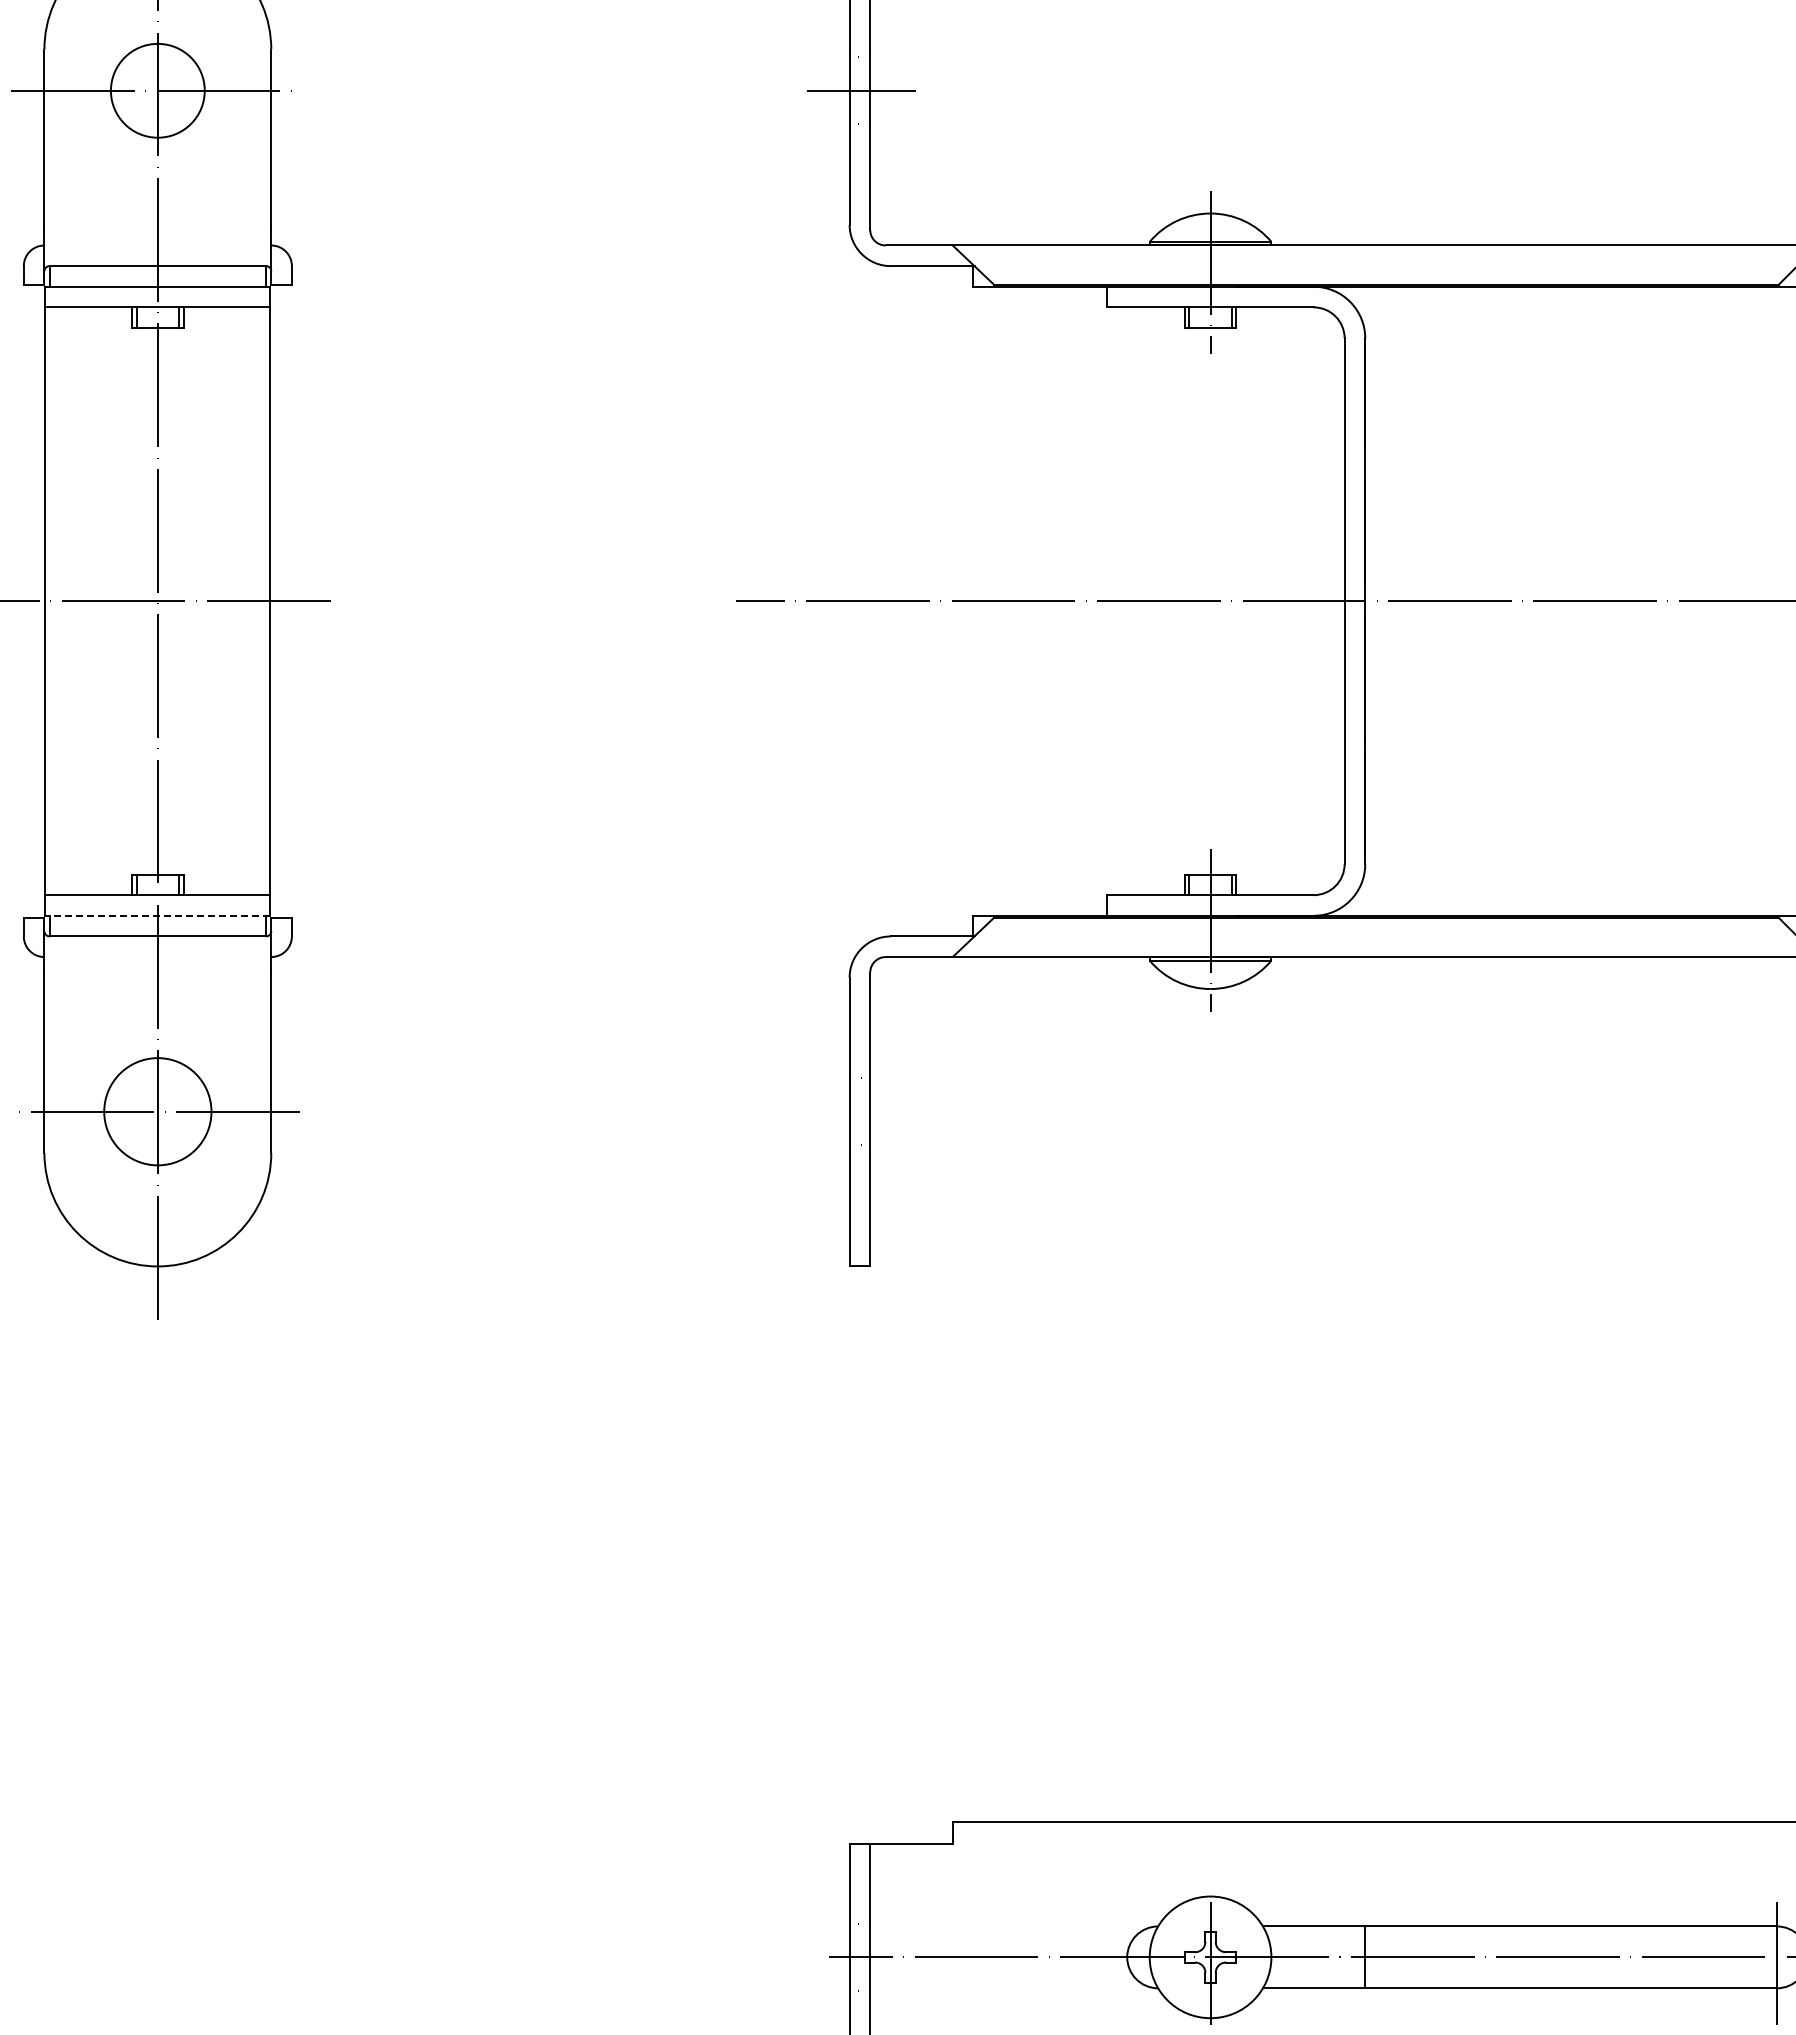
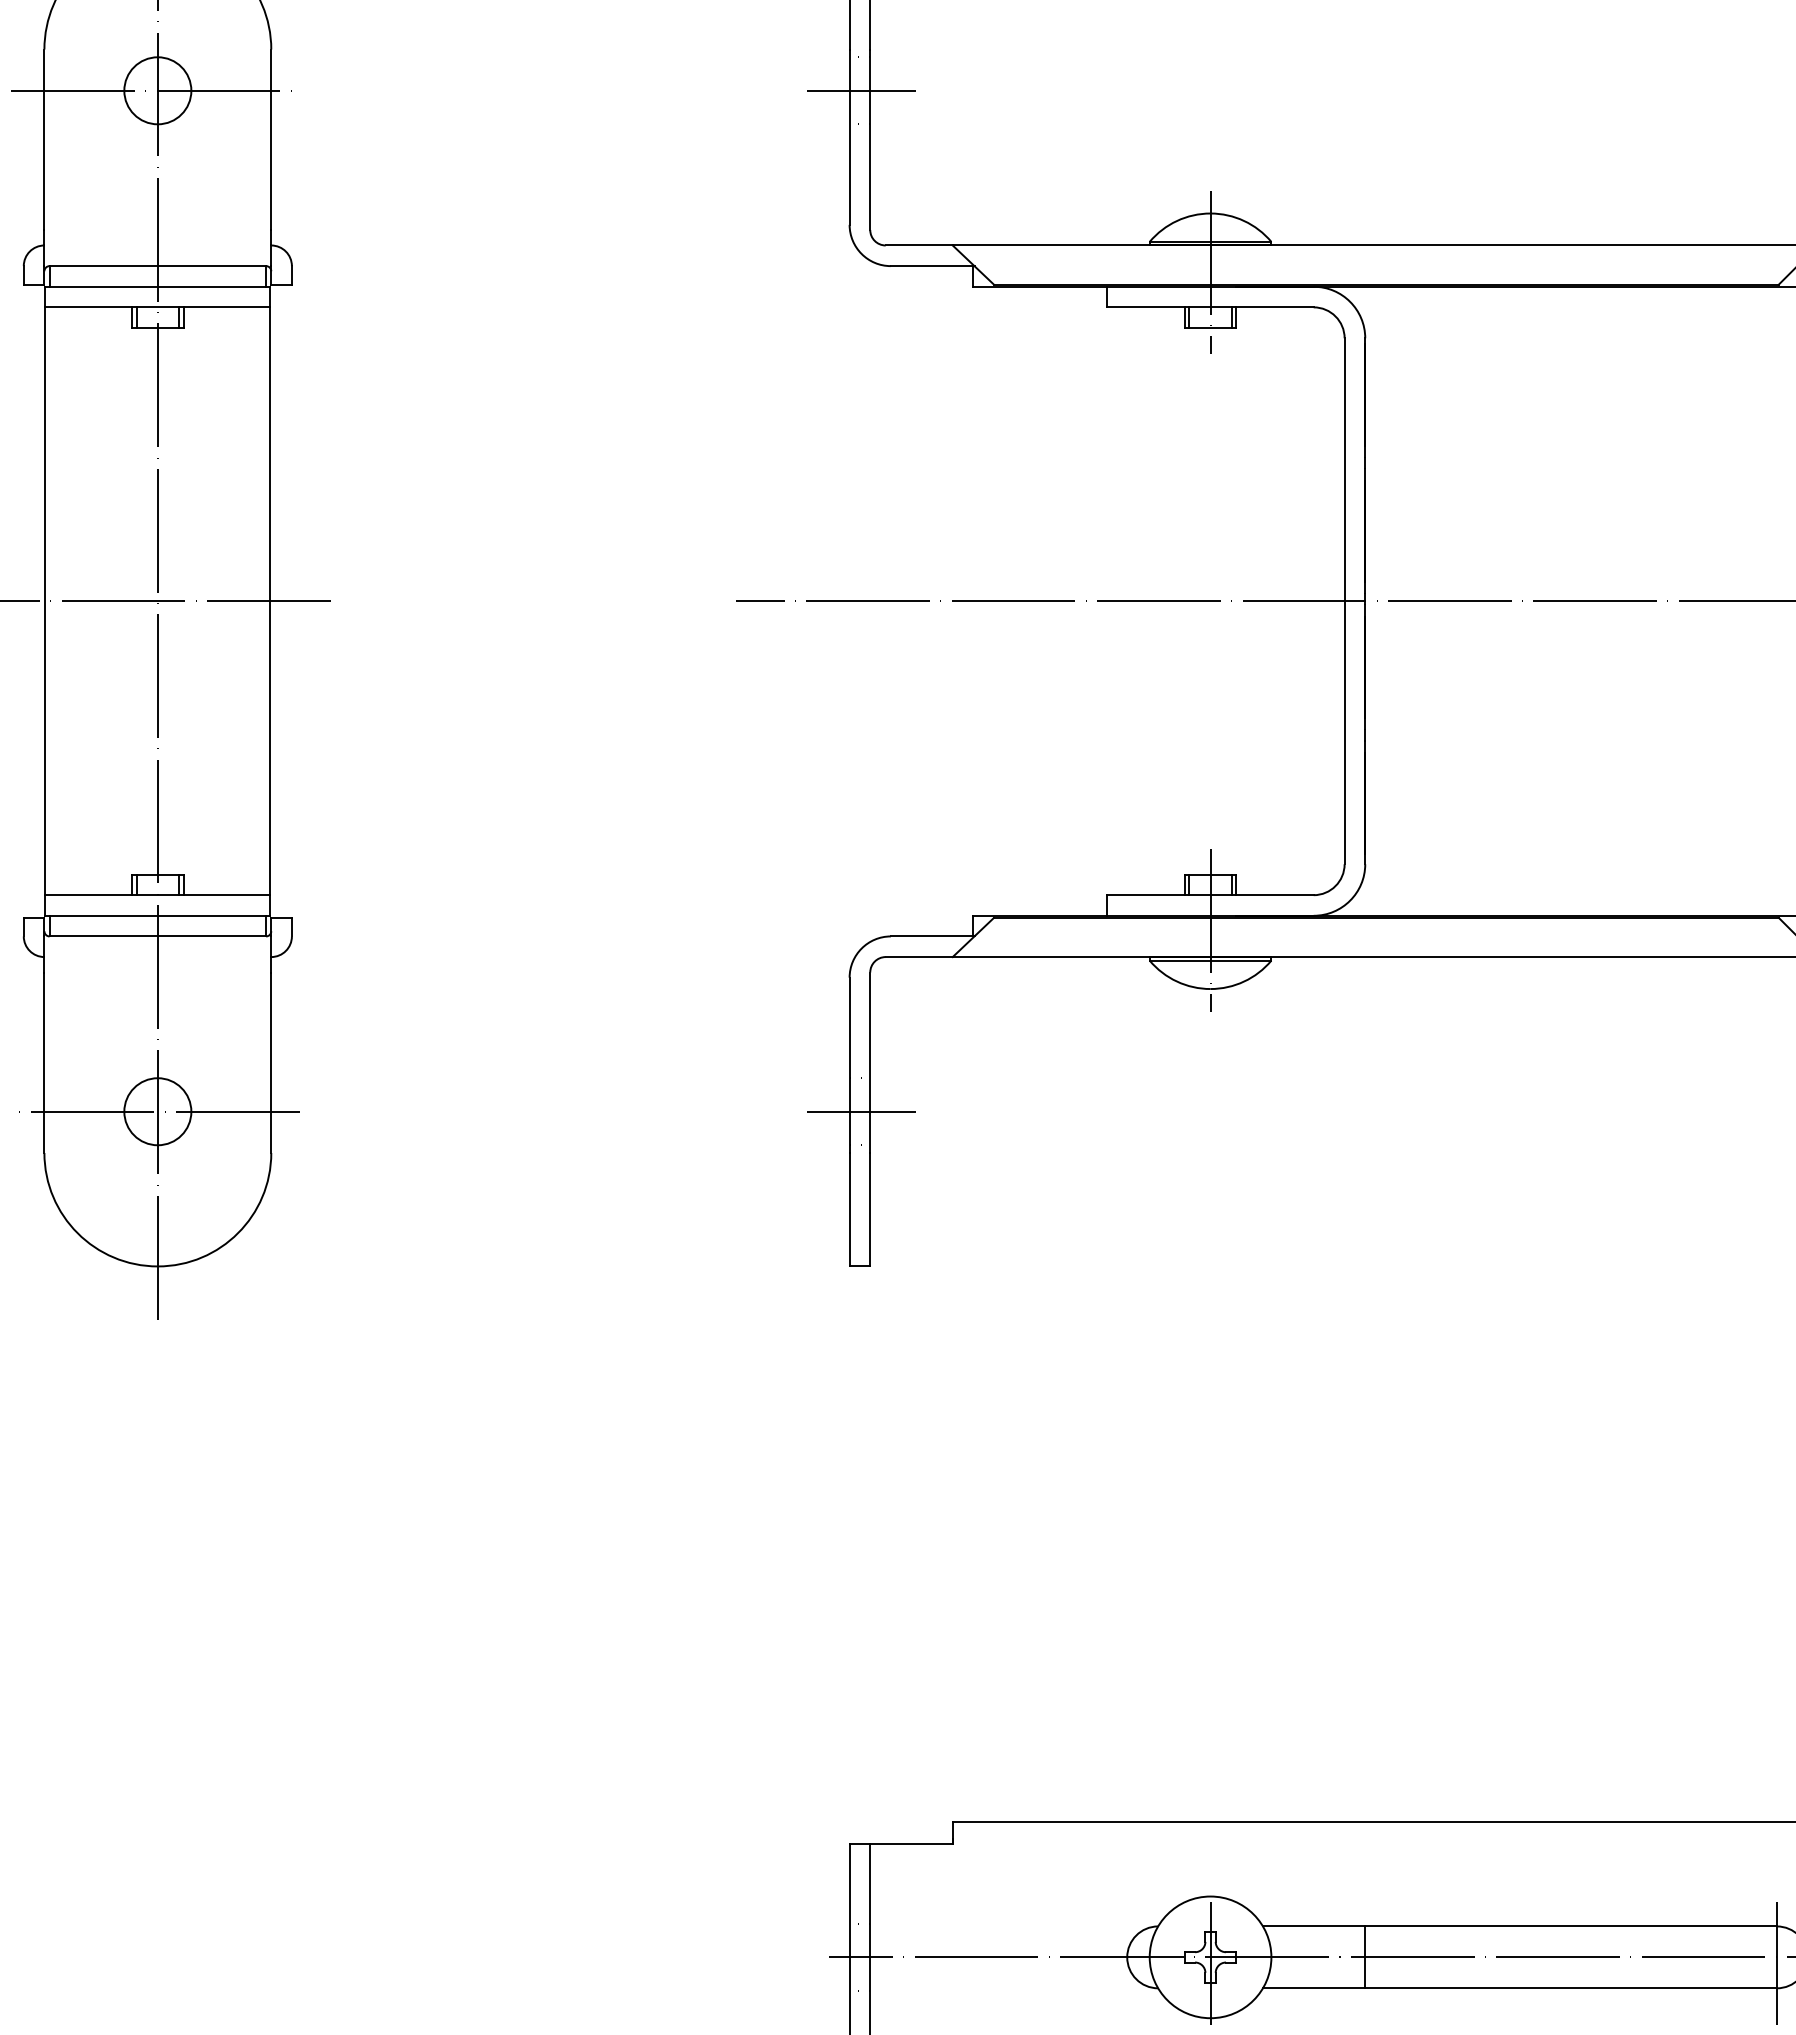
circle at (157, 90) diameter: 94 px -> 67 px
line at (157, 915): dashed -> solid
circle at (157, 1111) diameter: 107 px -> 67 px
line at (861, 1111): none -> present
